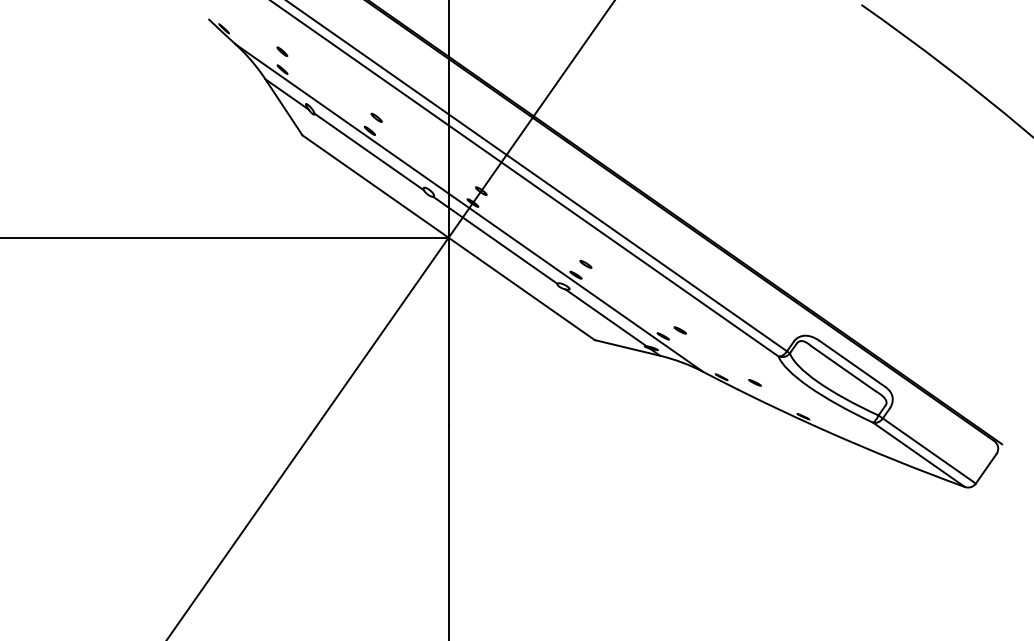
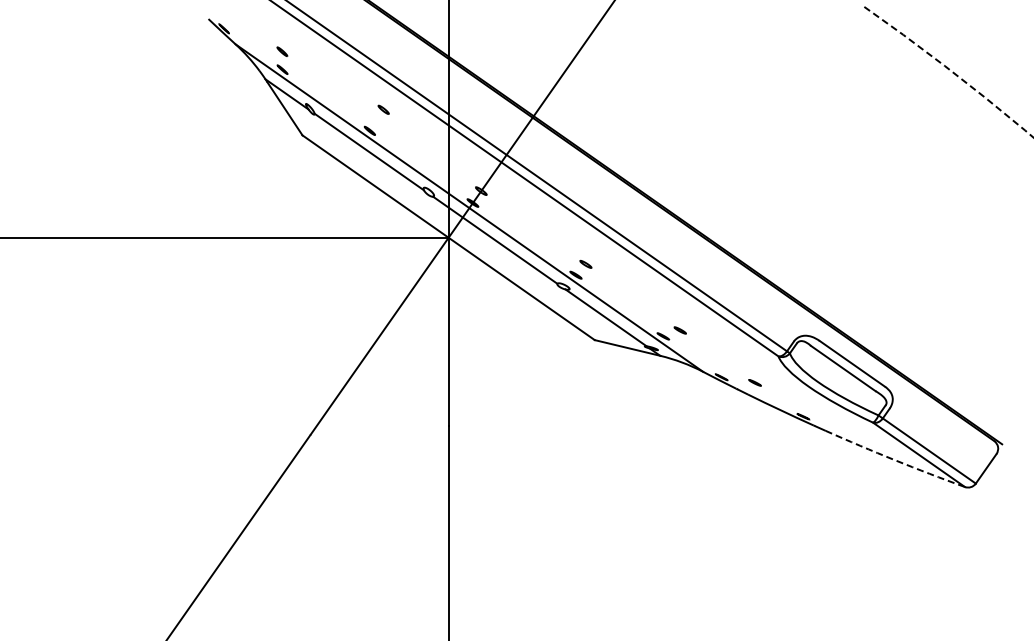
arc at (948, 68): solid -> dashed
part at (376, 117) position: (376, 117) -> (383, 109)
arc at (894, 460): solid -> dashed
